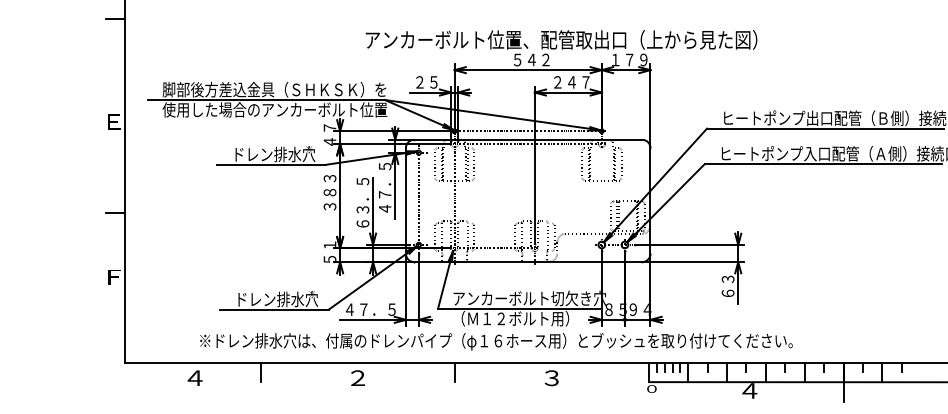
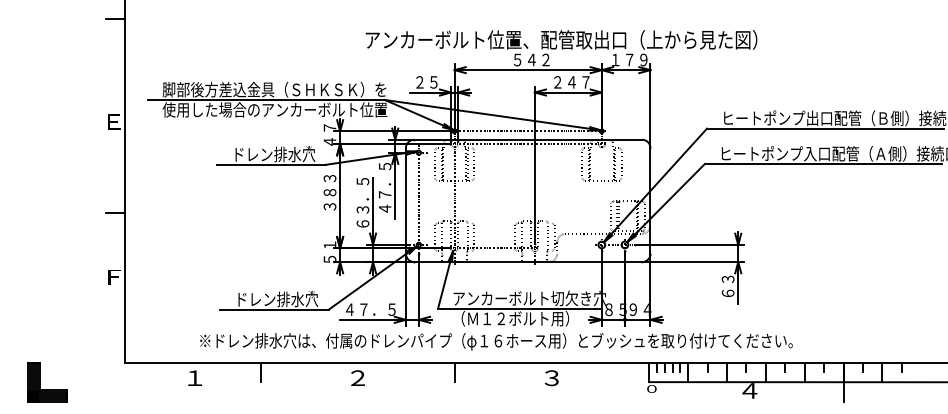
text at (194, 377): ４ -> １
part at (40, 382): none -> present
